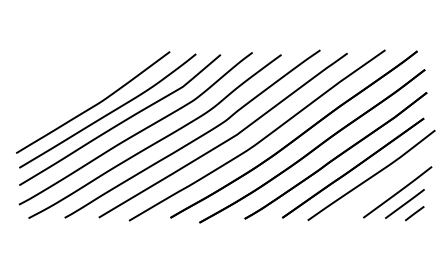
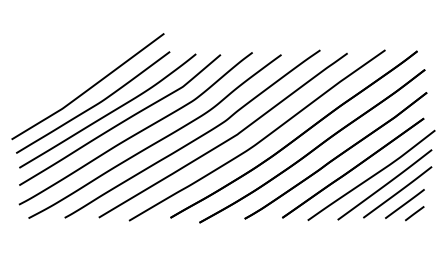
curve at (89, 87): none -> present
line at (384, 184): none -> present
